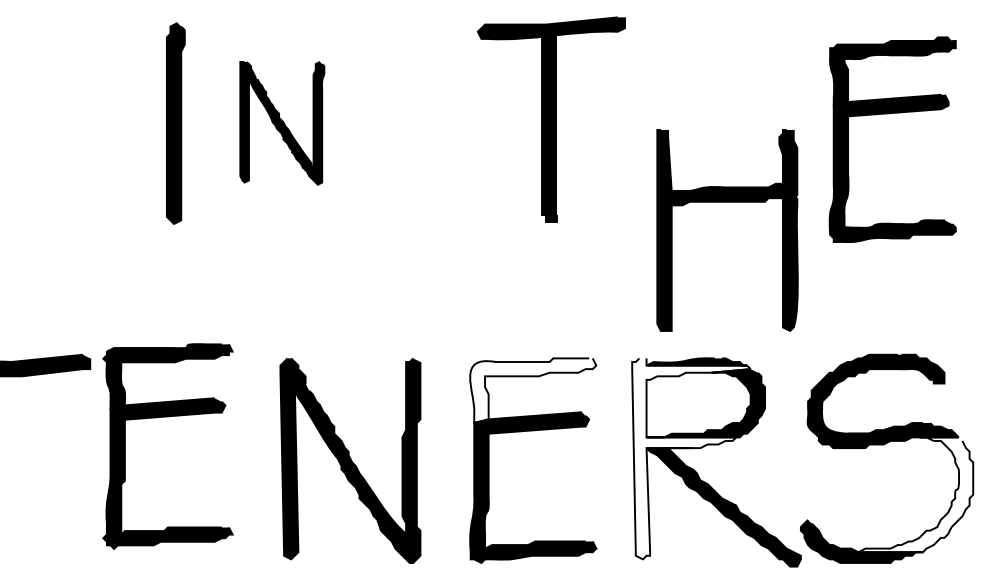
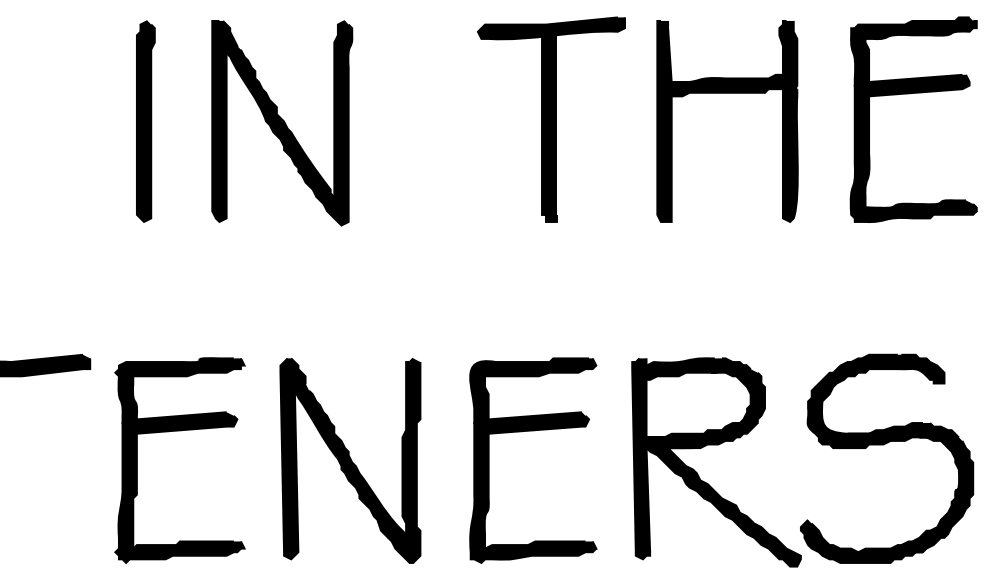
part at (889, 114) position: (889, 114) -> (910, 94)
part at (175, 123) position: (175, 123) -> (145, 121)
part at (282, 123) size: 87x125 px -> 143x207 px
part at (727, 202) position: (727, 202) -> (727, 93)
fill at (533, 390): none -> present
part at (167, 417) position: (167, 417) -> (179, 431)
fill at (691, 458): none -> present
fill at (915, 494): none -> present
